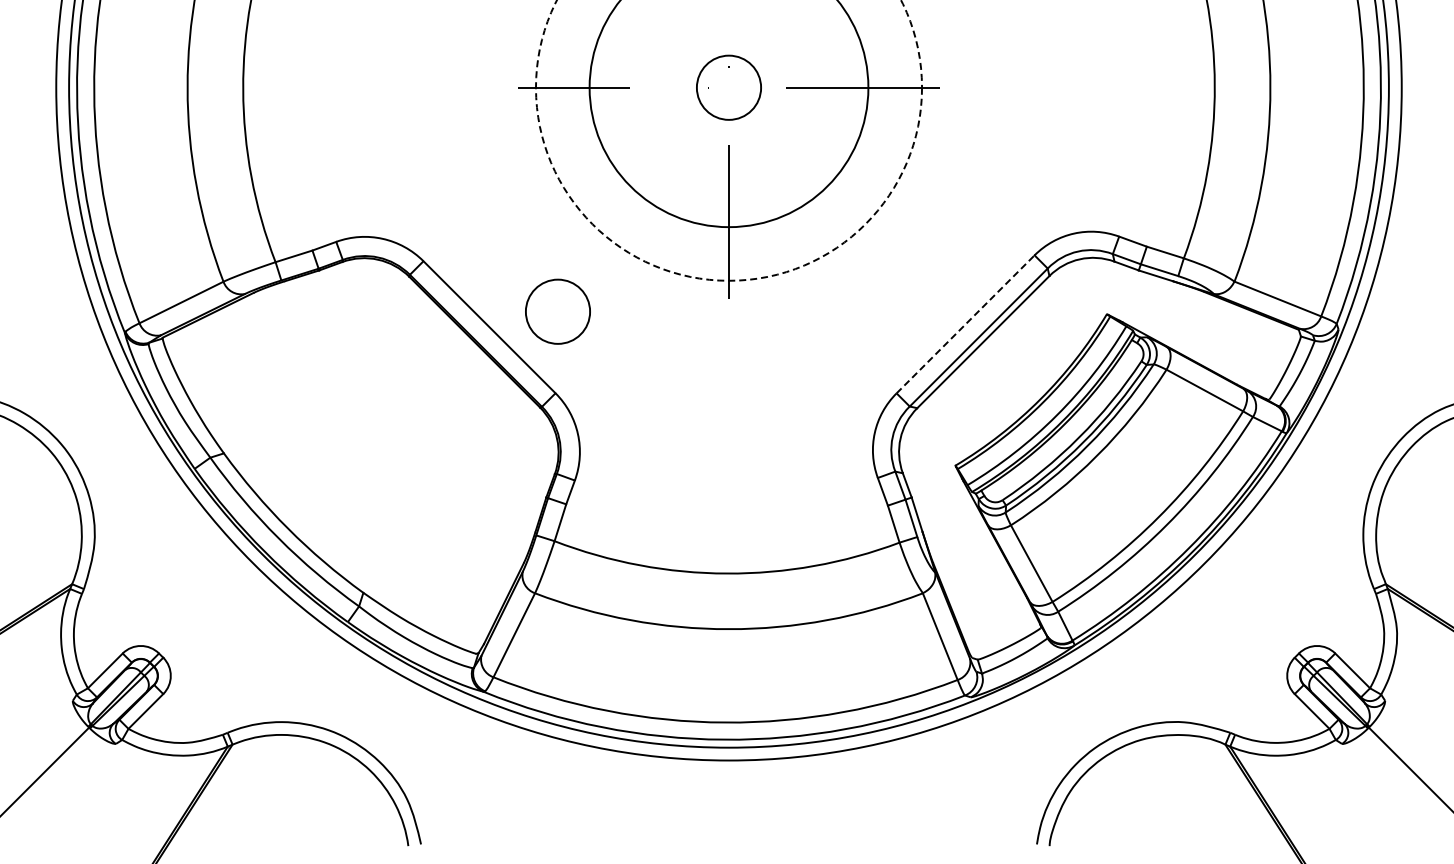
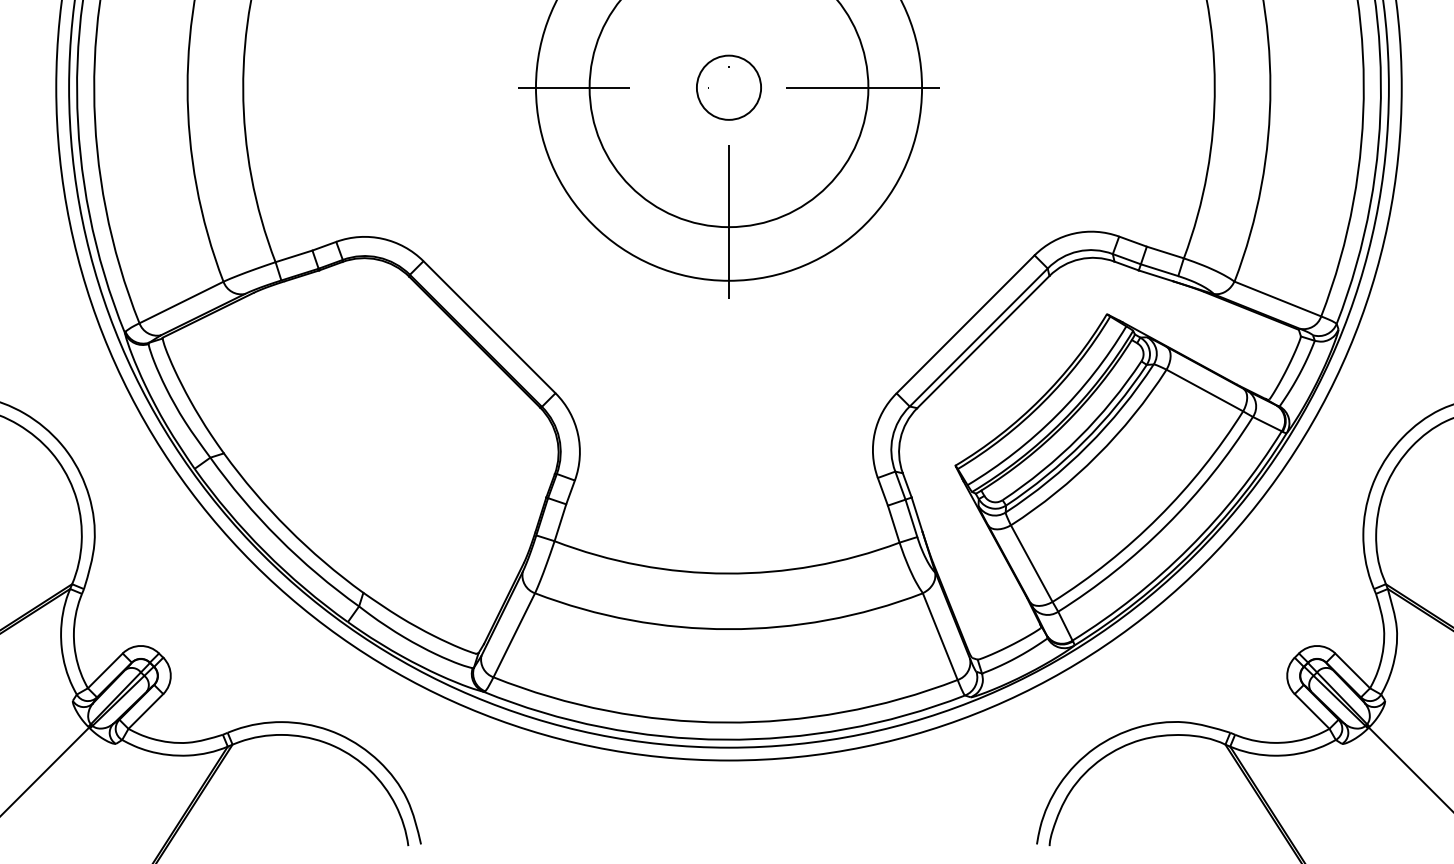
circle at (728, 140): dashed -> solid
circle at (557, 311): present -> none
line at (965, 324): dashed -> solid
